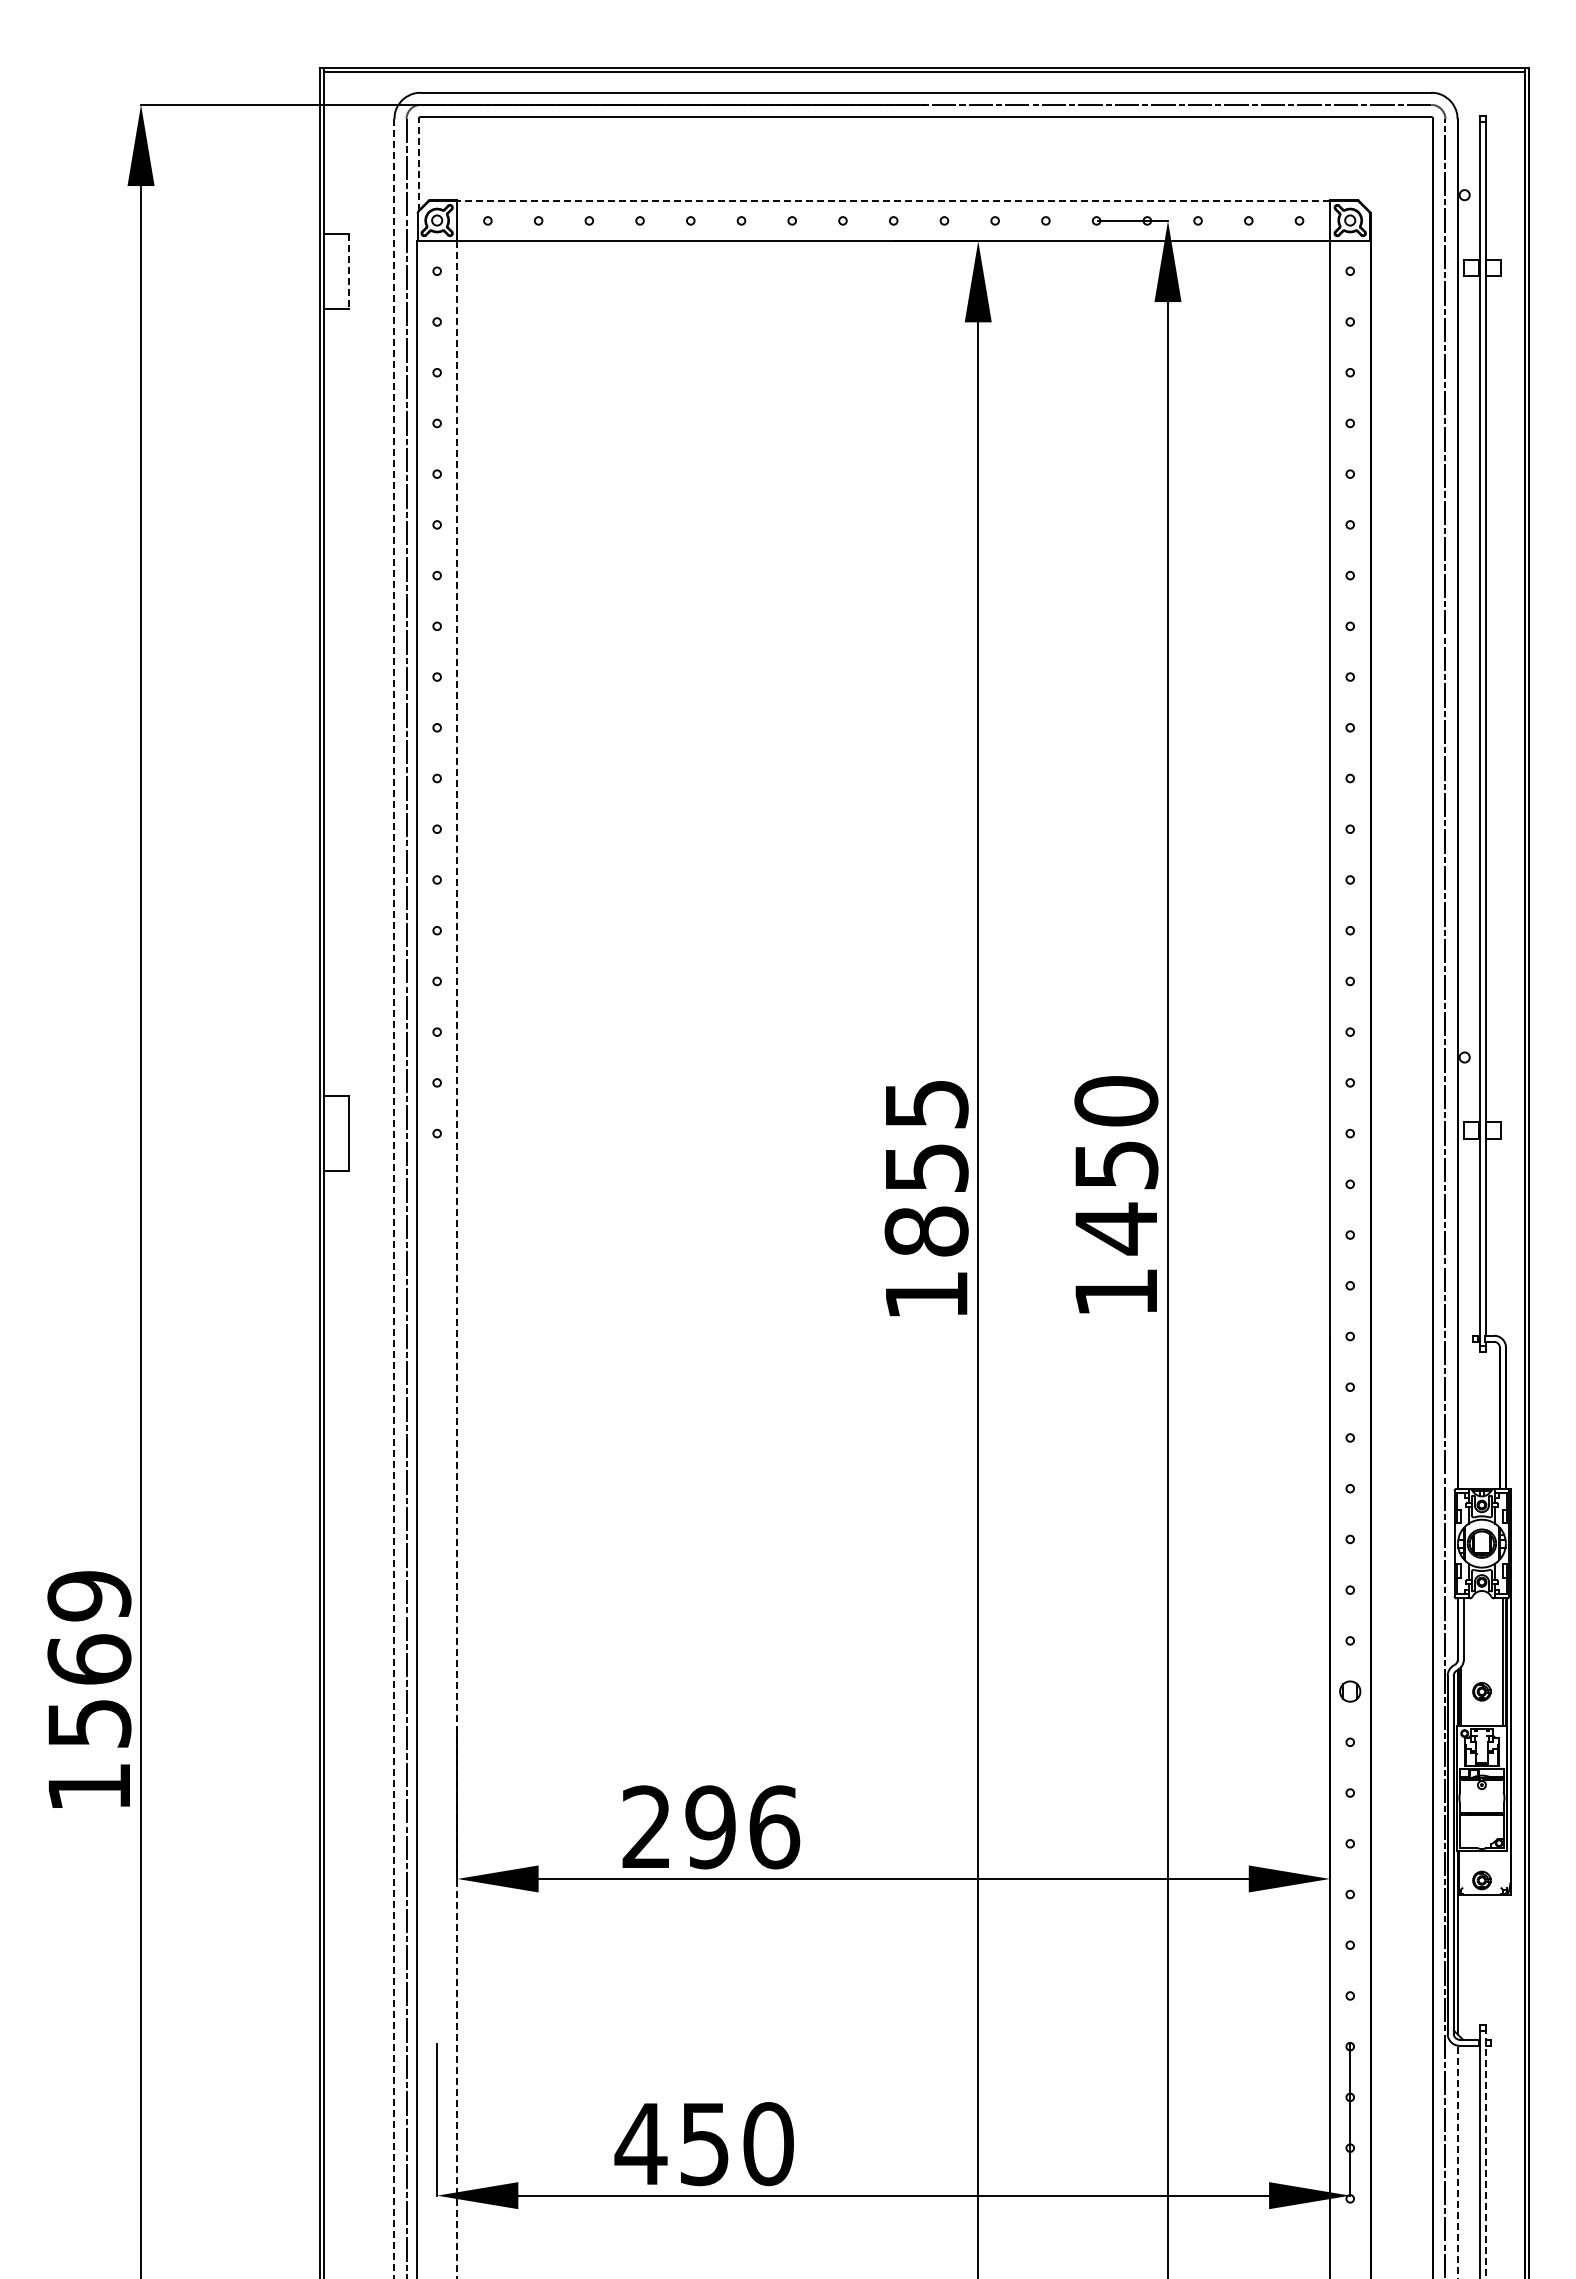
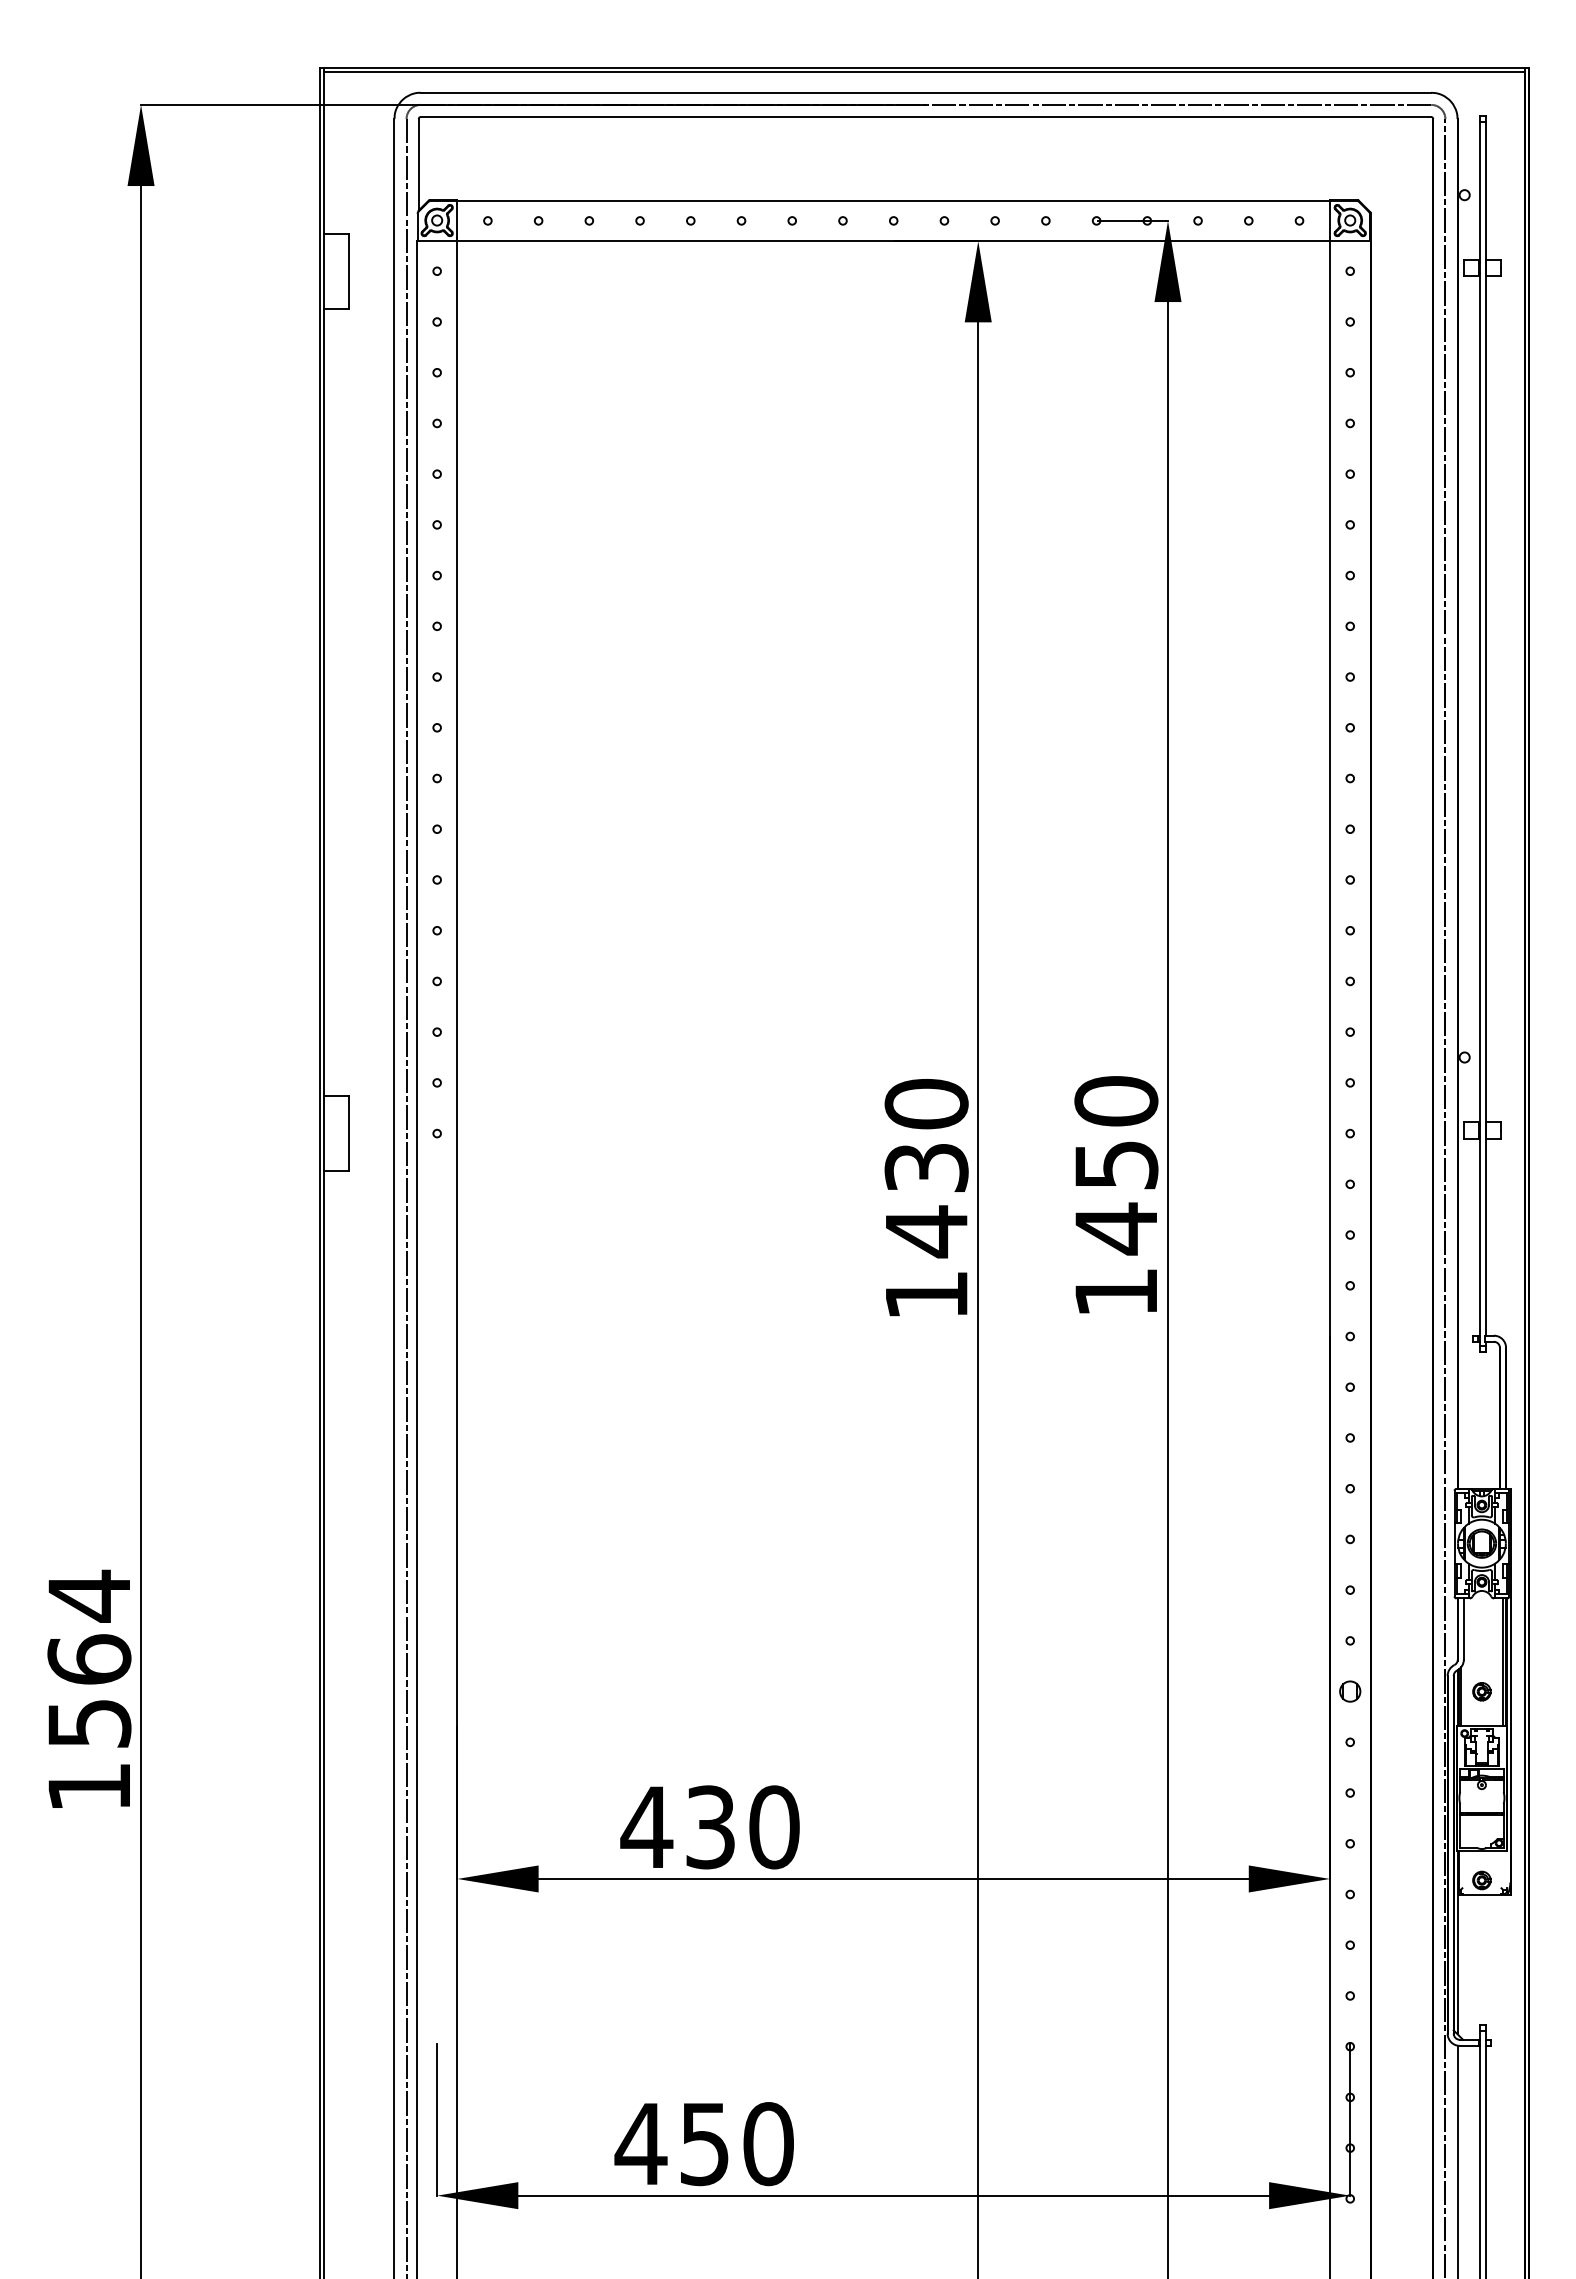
line at (418, 164): dashed -> solid
line at (893, 200): dashed -> solid
line at (348, 271): dashed -> solid
text at (926, 1168): 1855 -> 1430
line at (394, 1198): dashed -> solid
line at (457, 1259): dashed -> solid
text at (89, 1595): 1569 -> 1564
text at (710, 1827): 296 -> 430
line at (1485, 2154): dashed -> solid
line at (1457, 2161): dashed -> solid
